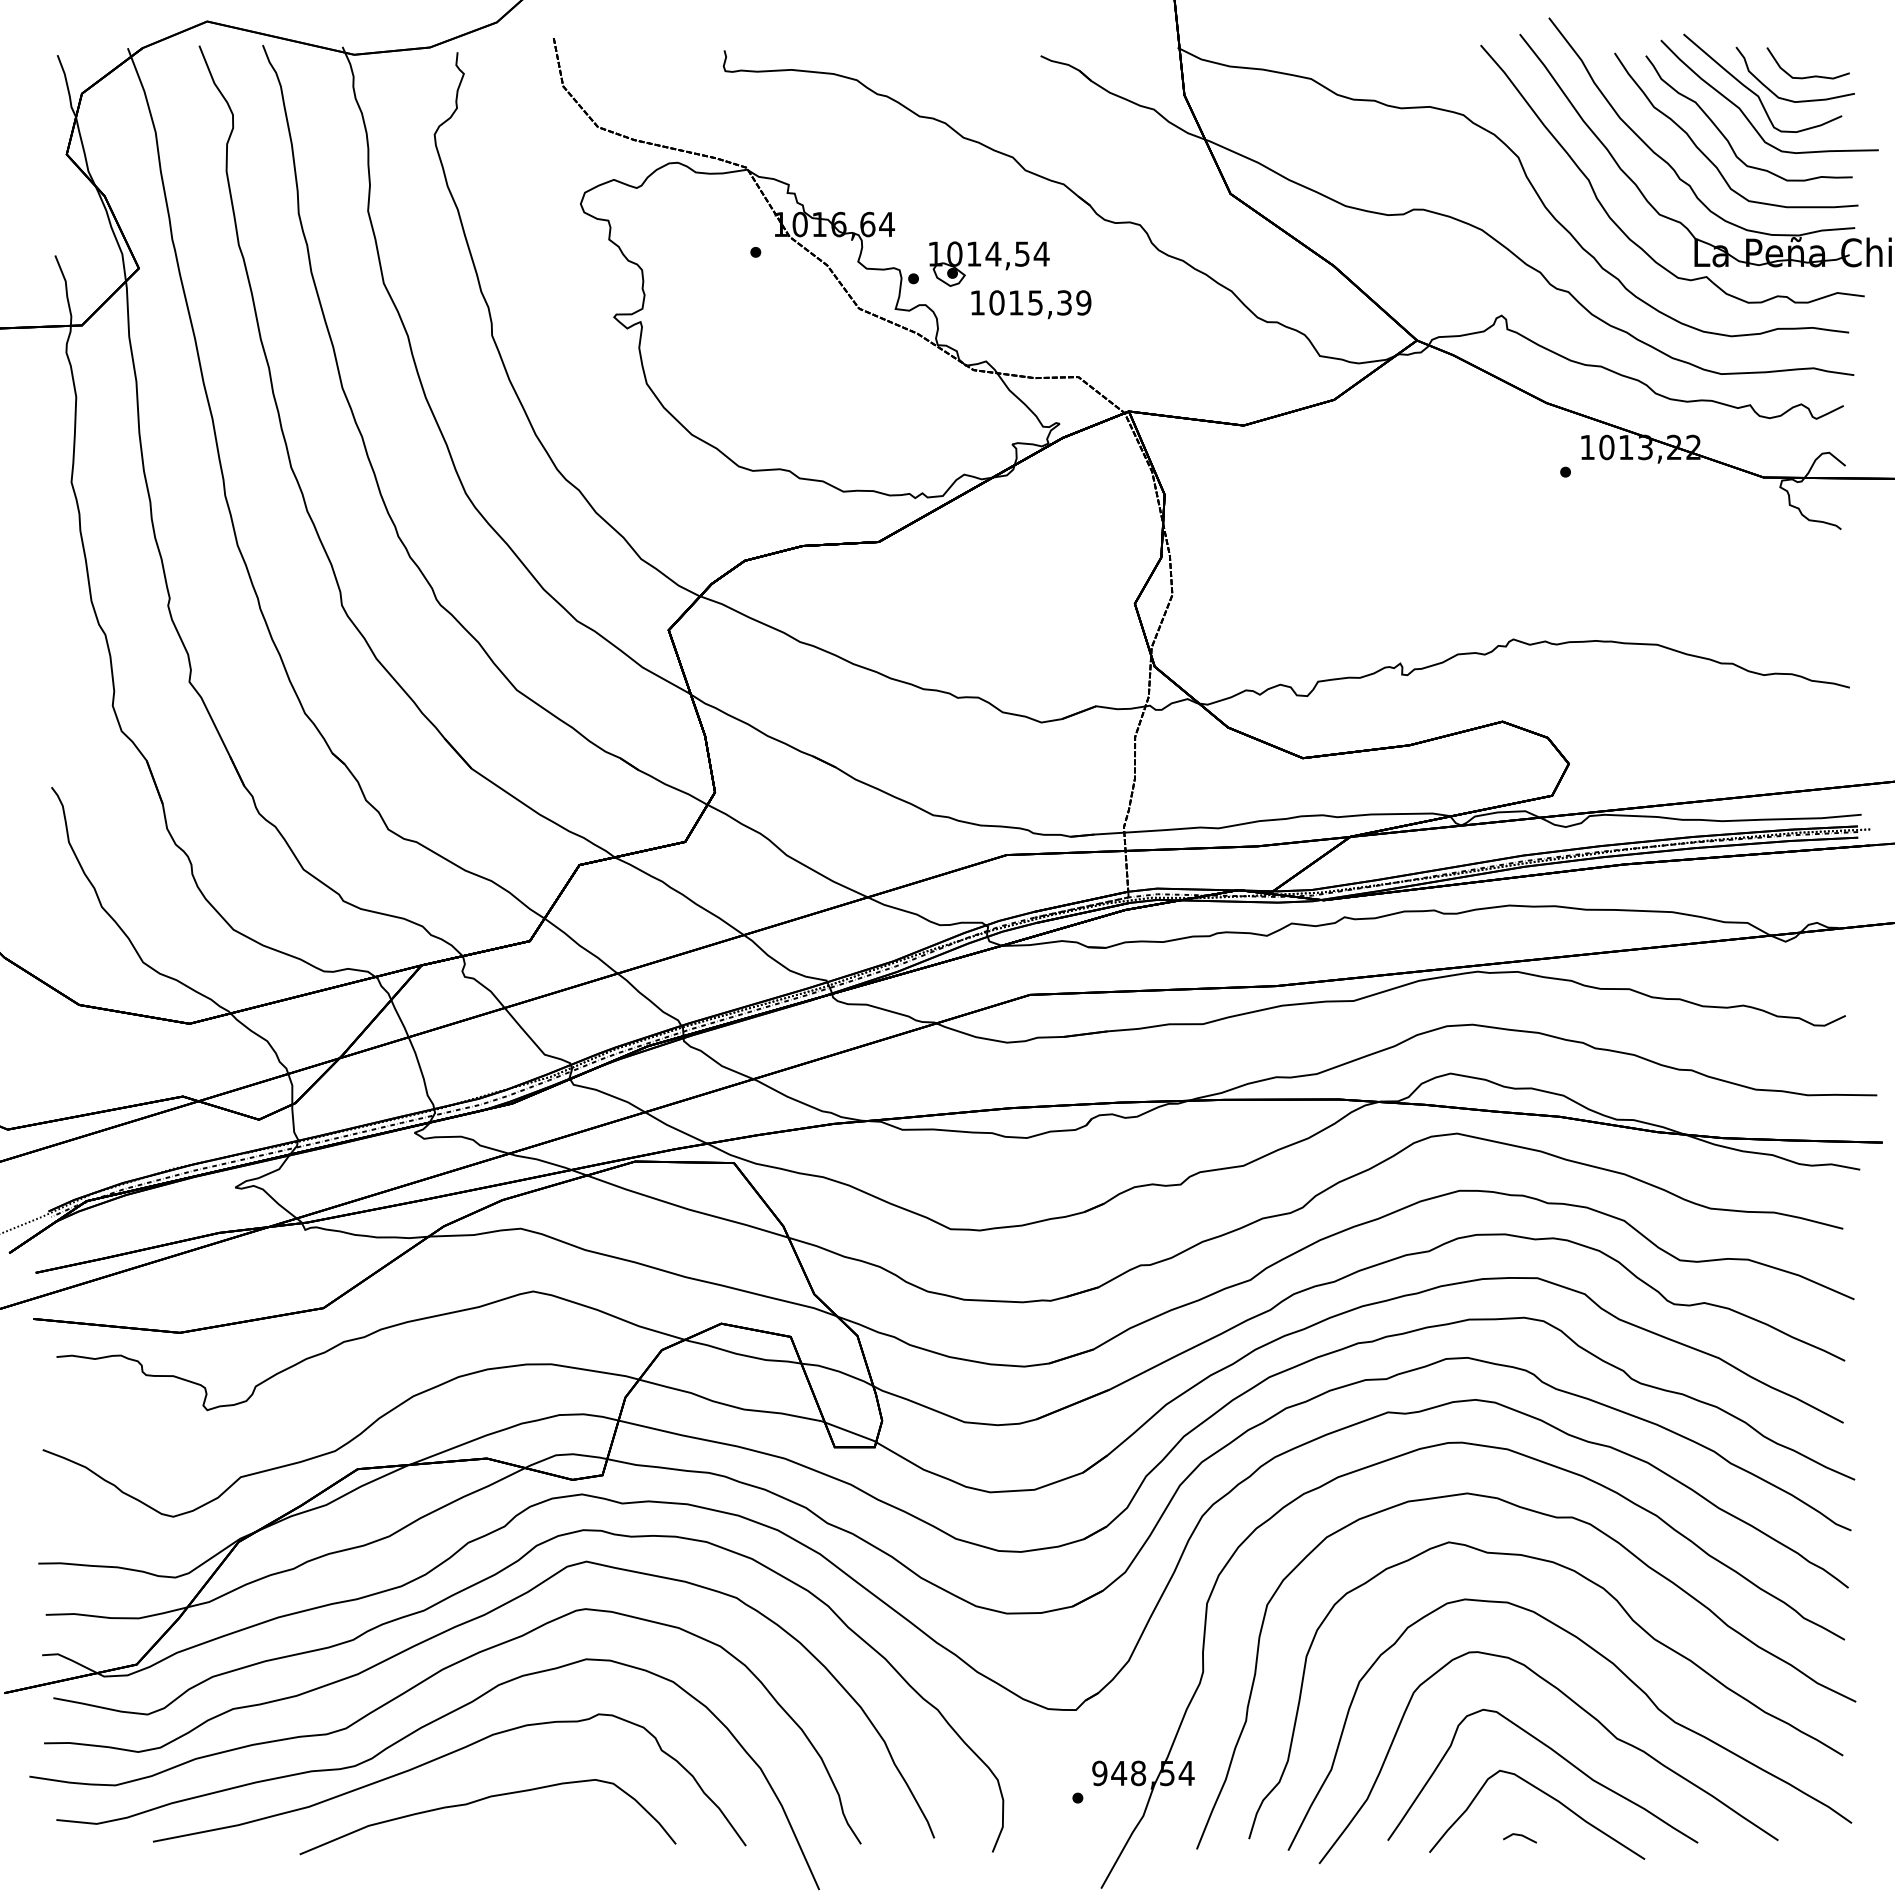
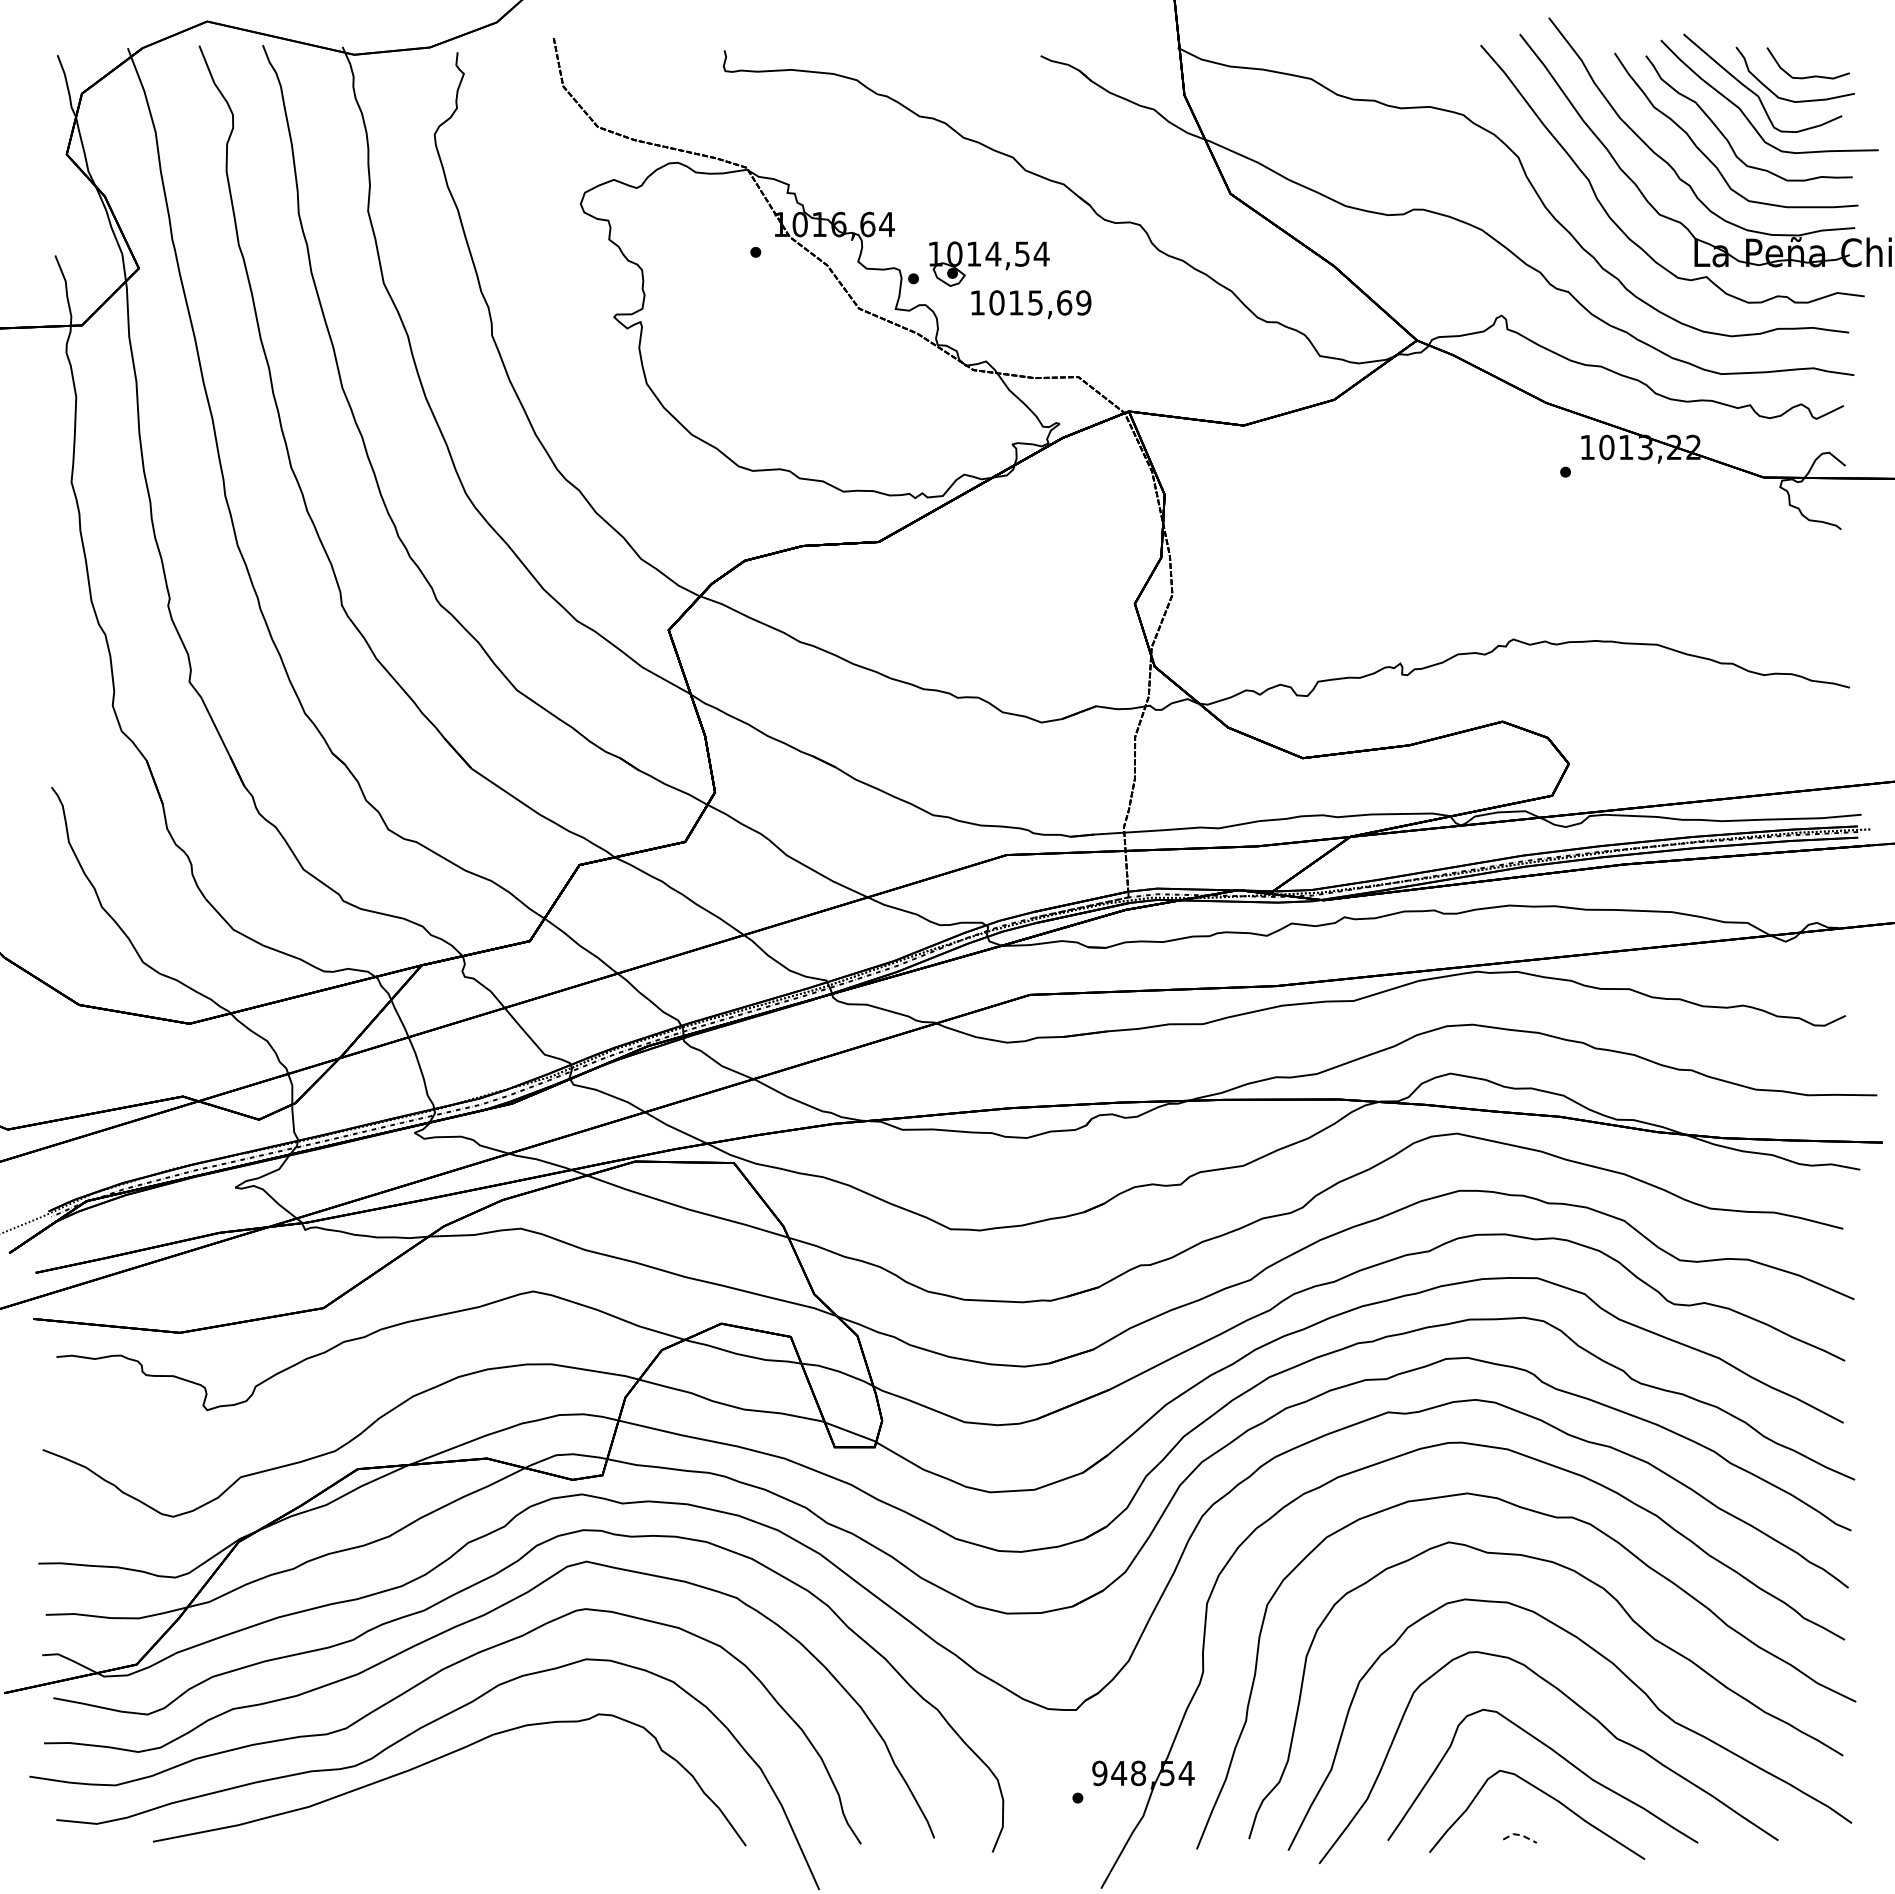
text at (1064, 302): 1015,39 -> 1015,69
curve at (482, 1800): present -> none
line at (1520, 1835): solid -> dashed
